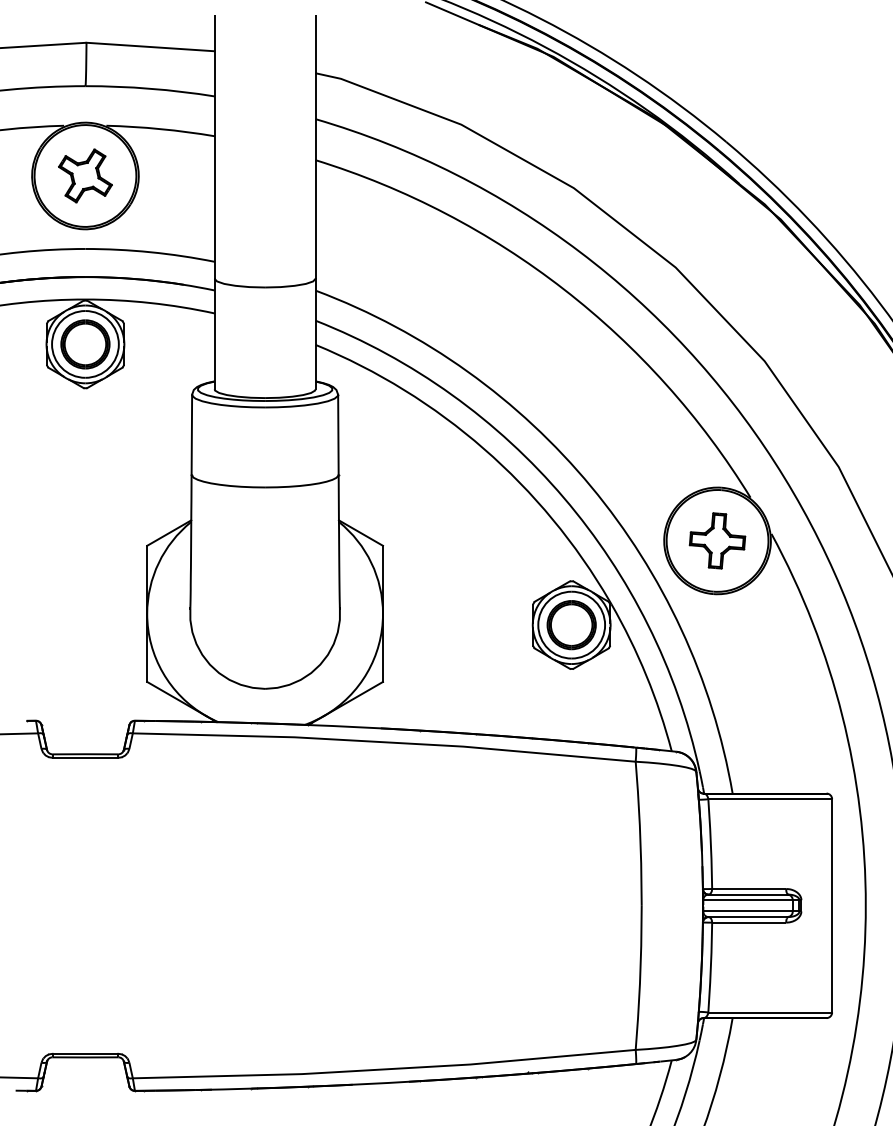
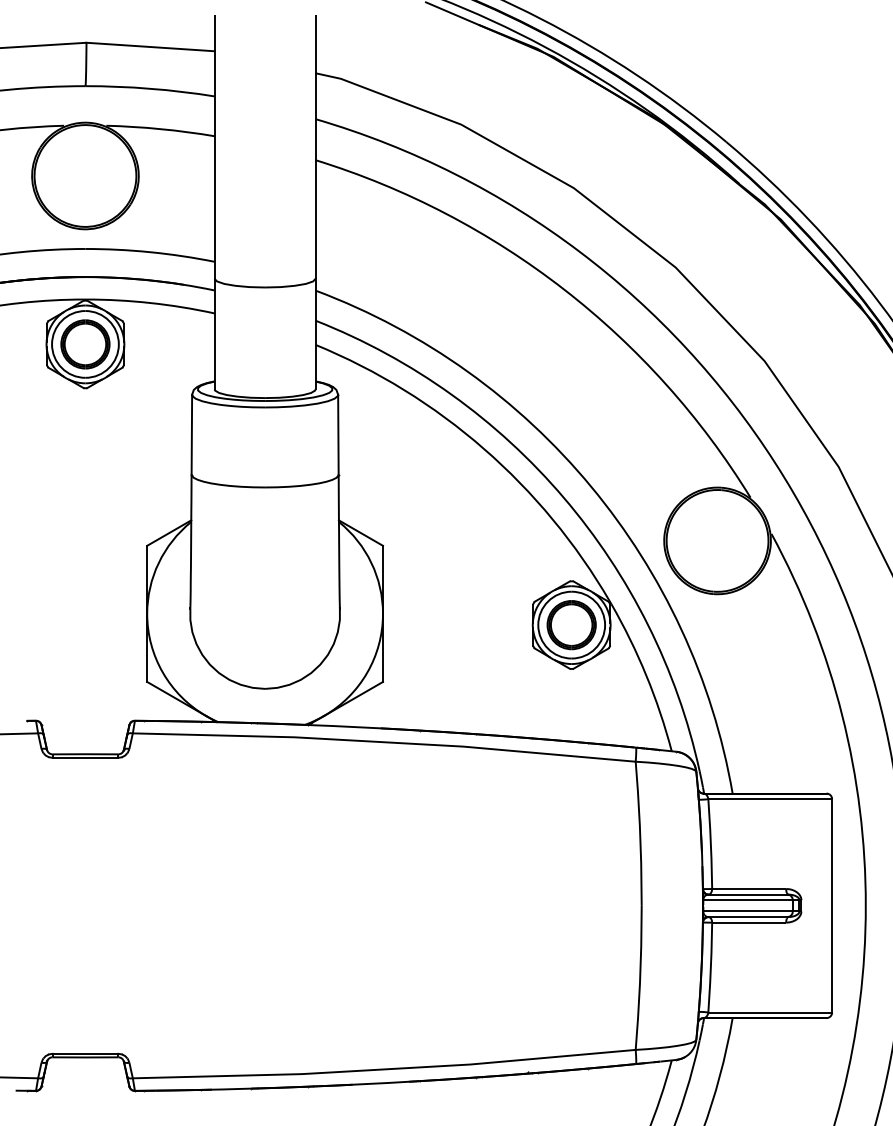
part at (85, 175): present -> none
part at (717, 540): present -> none
